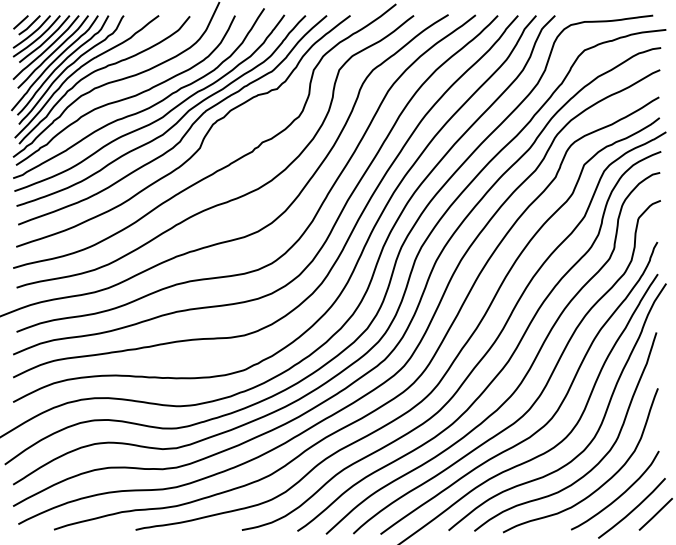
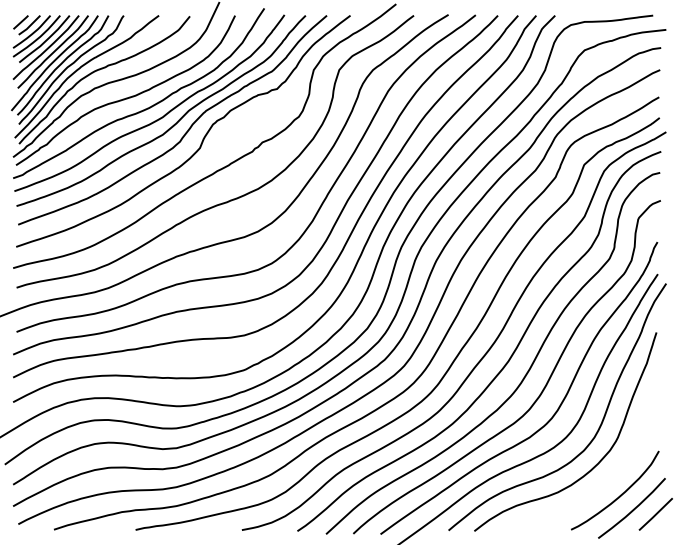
curve at (600, 485): present -> none
